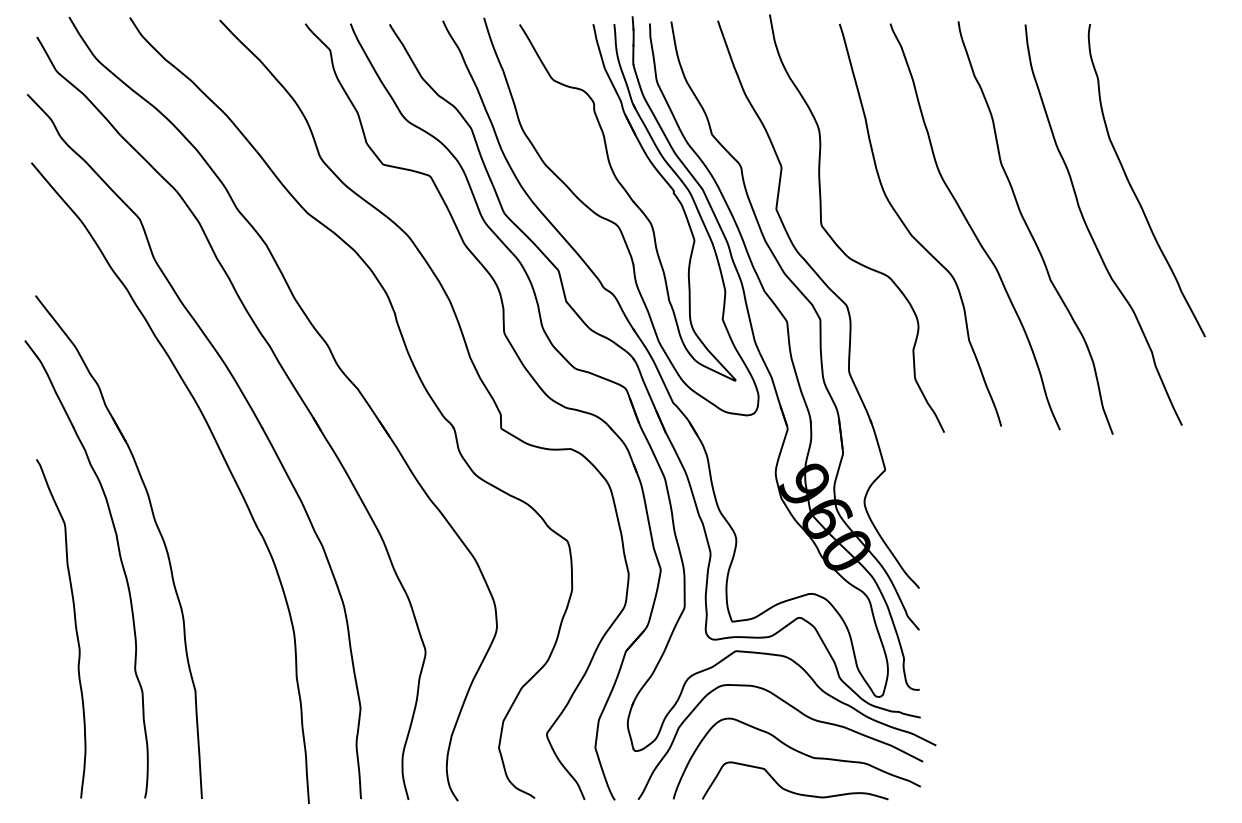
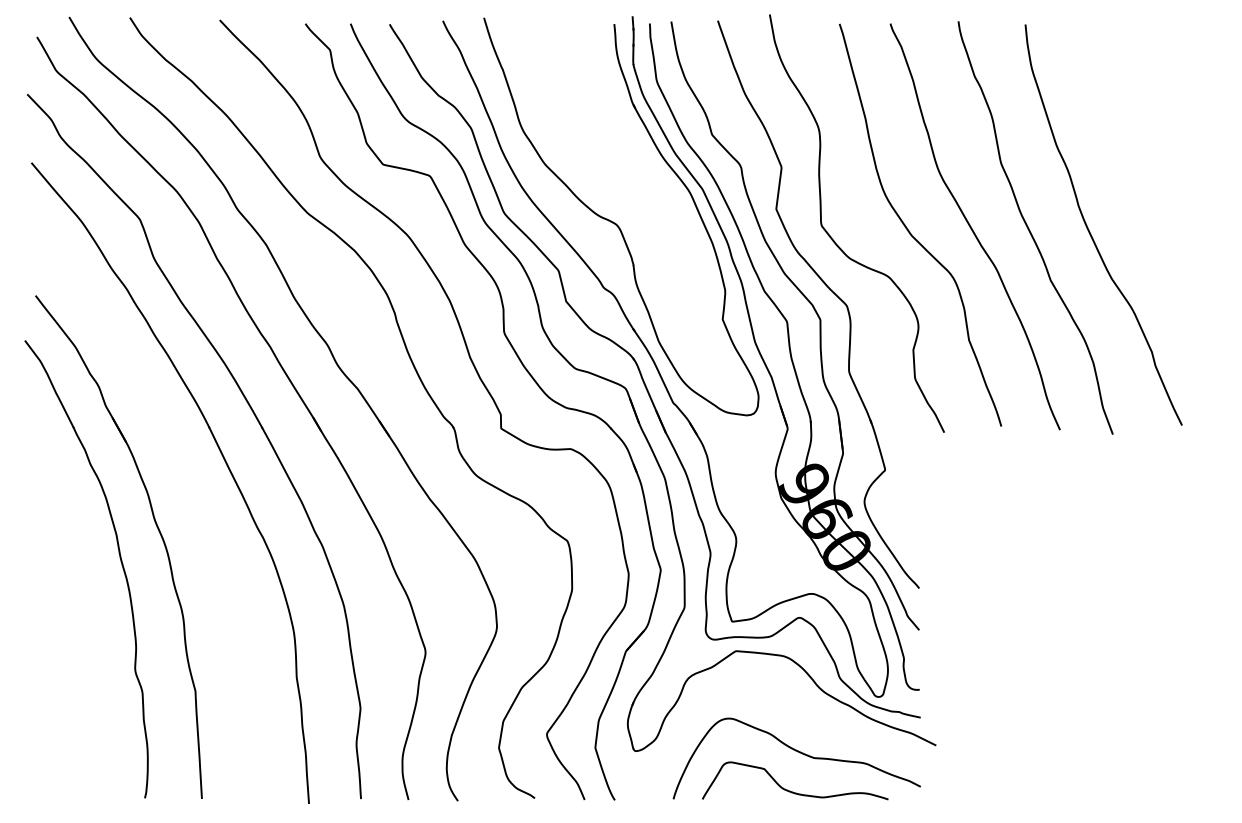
curve at (1132, 187): present -> none
part at (627, 202): present -> none
curve at (74, 624): present -> none
curve at (801, 714): present -> none
